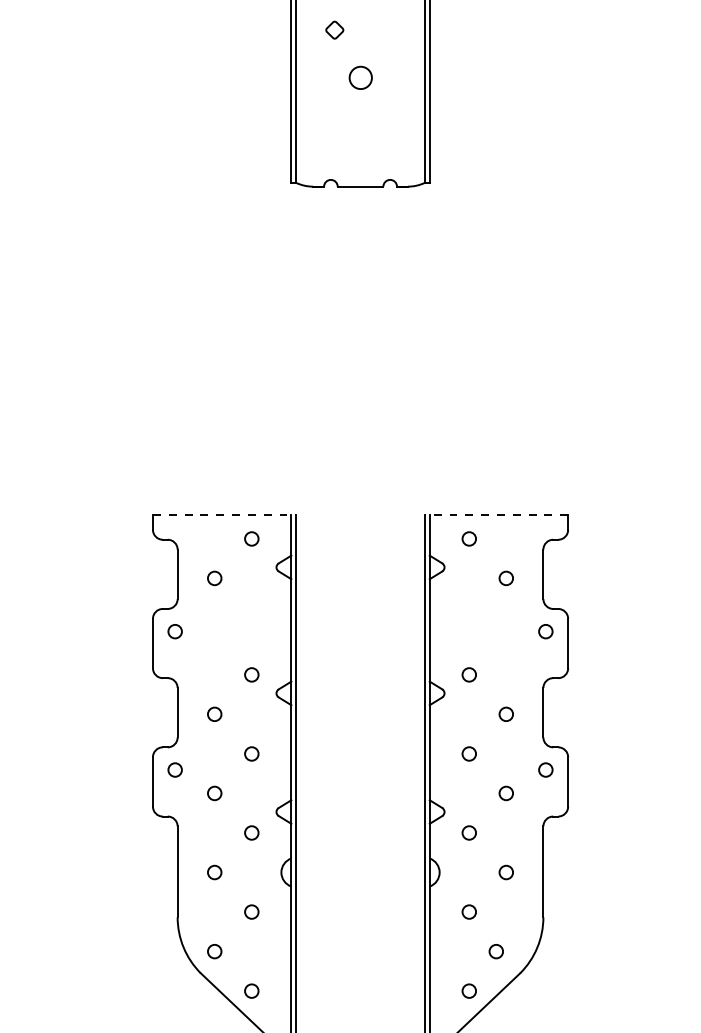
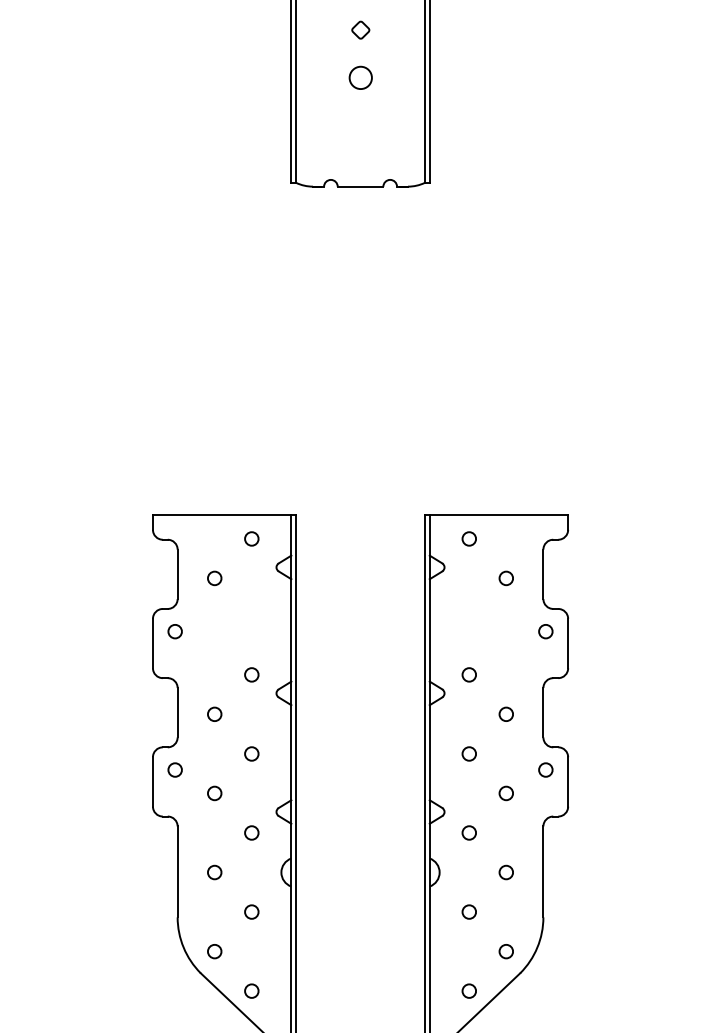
part at (334, 29) position: (334, 29) -> (360, 29)
line at (224, 515): dashed -> solid
line at (496, 515): dashed -> solid
circle at (495, 951) position: (495, 951) -> (505, 951)
